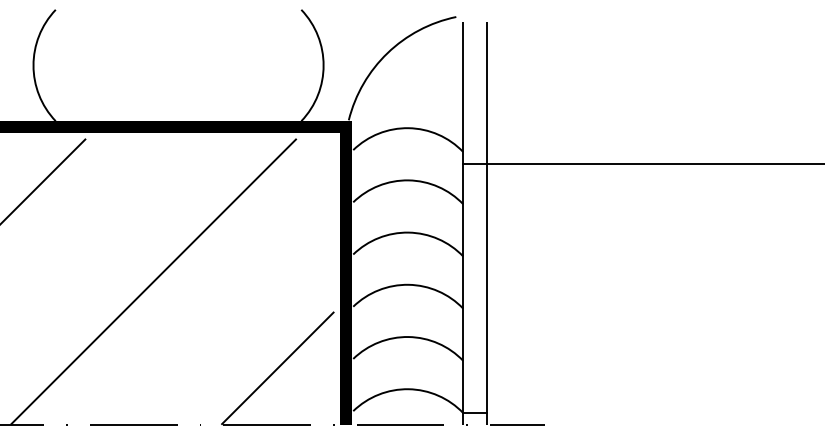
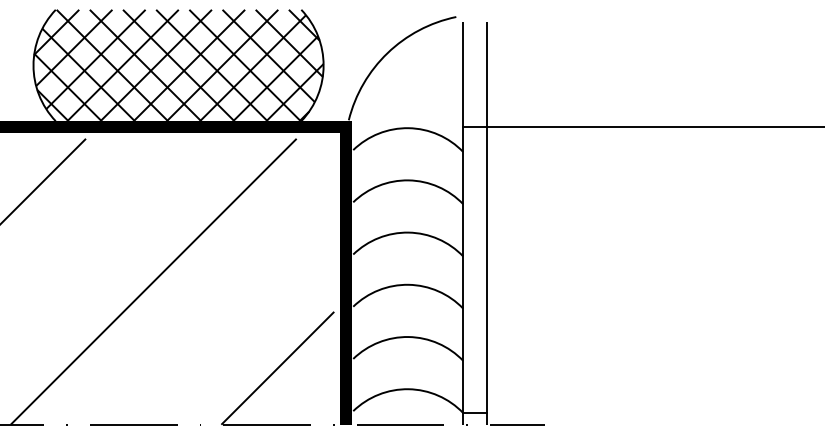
hatch at (178, 65): none -> present
line at (642, 164) position: (642, 164) -> (642, 127)
